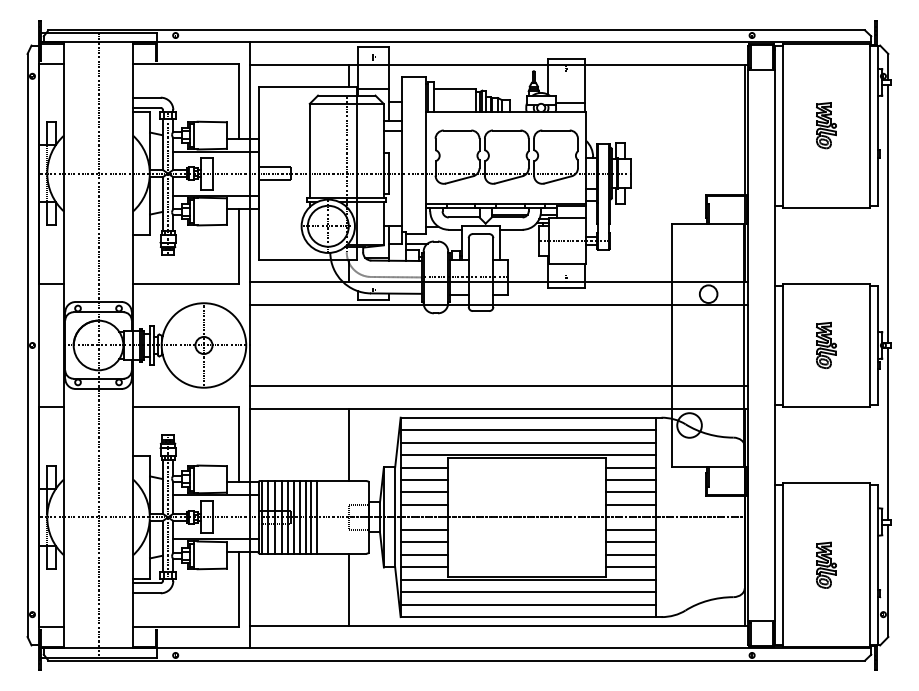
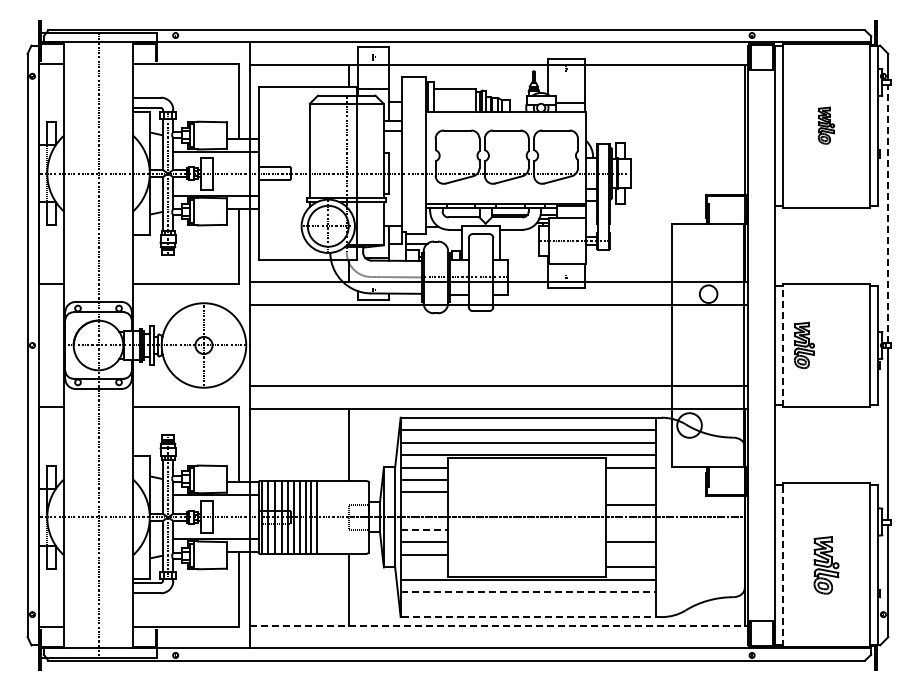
part at (826, 125) size: 21x48 px -> 19x39 px
line at (888, 213): solid -> dashed
part at (826, 344) position: (826, 344) -> (804, 344)
line at (782, 345): solid -> dashed
line at (630, 480): present -> none
line at (630, 492): present -> none
line at (423, 504): present -> none
line at (424, 529): solid -> dashed
line at (630, 529): present -> none
line at (630, 554): present -> none
line at (782, 564): solid -> dashed
part at (826, 564) size: 21x48 px -> 27x59 px
line at (423, 567): present -> none
line at (528, 592): solid -> dashed
line at (528, 604): present -> none
line at (530, 617): solid -> dashed
line at (499, 625): solid -> dashed
